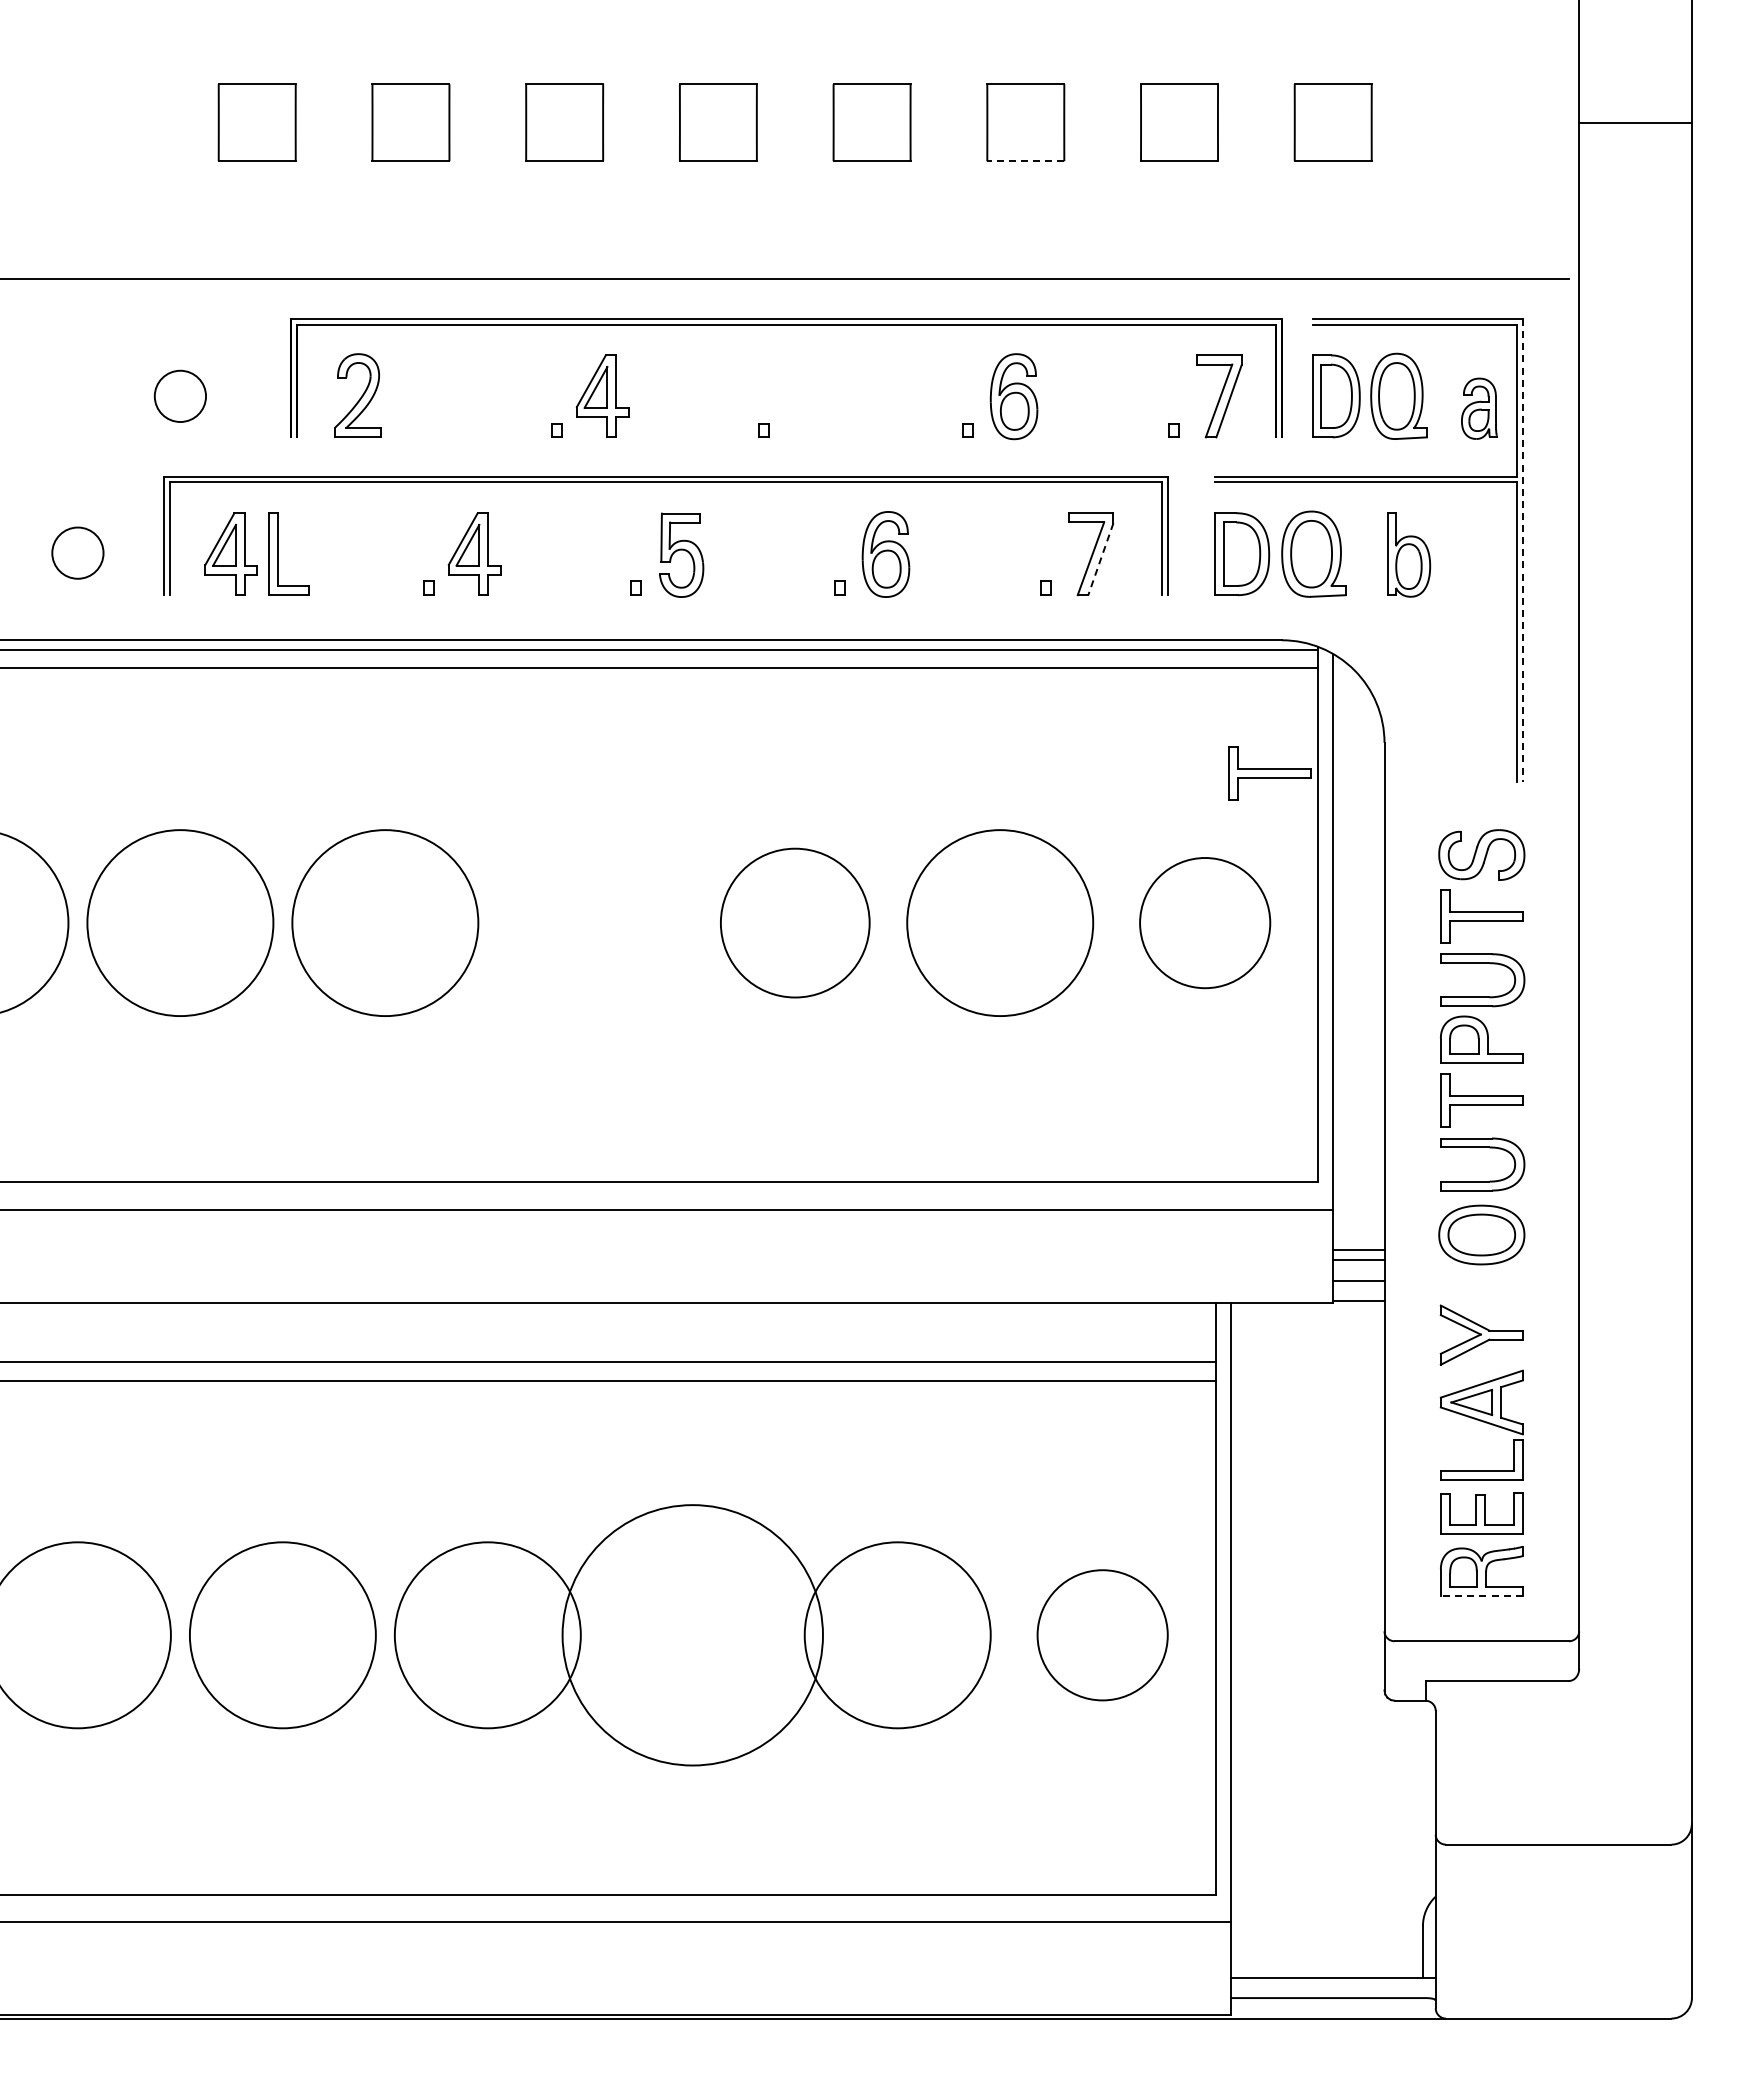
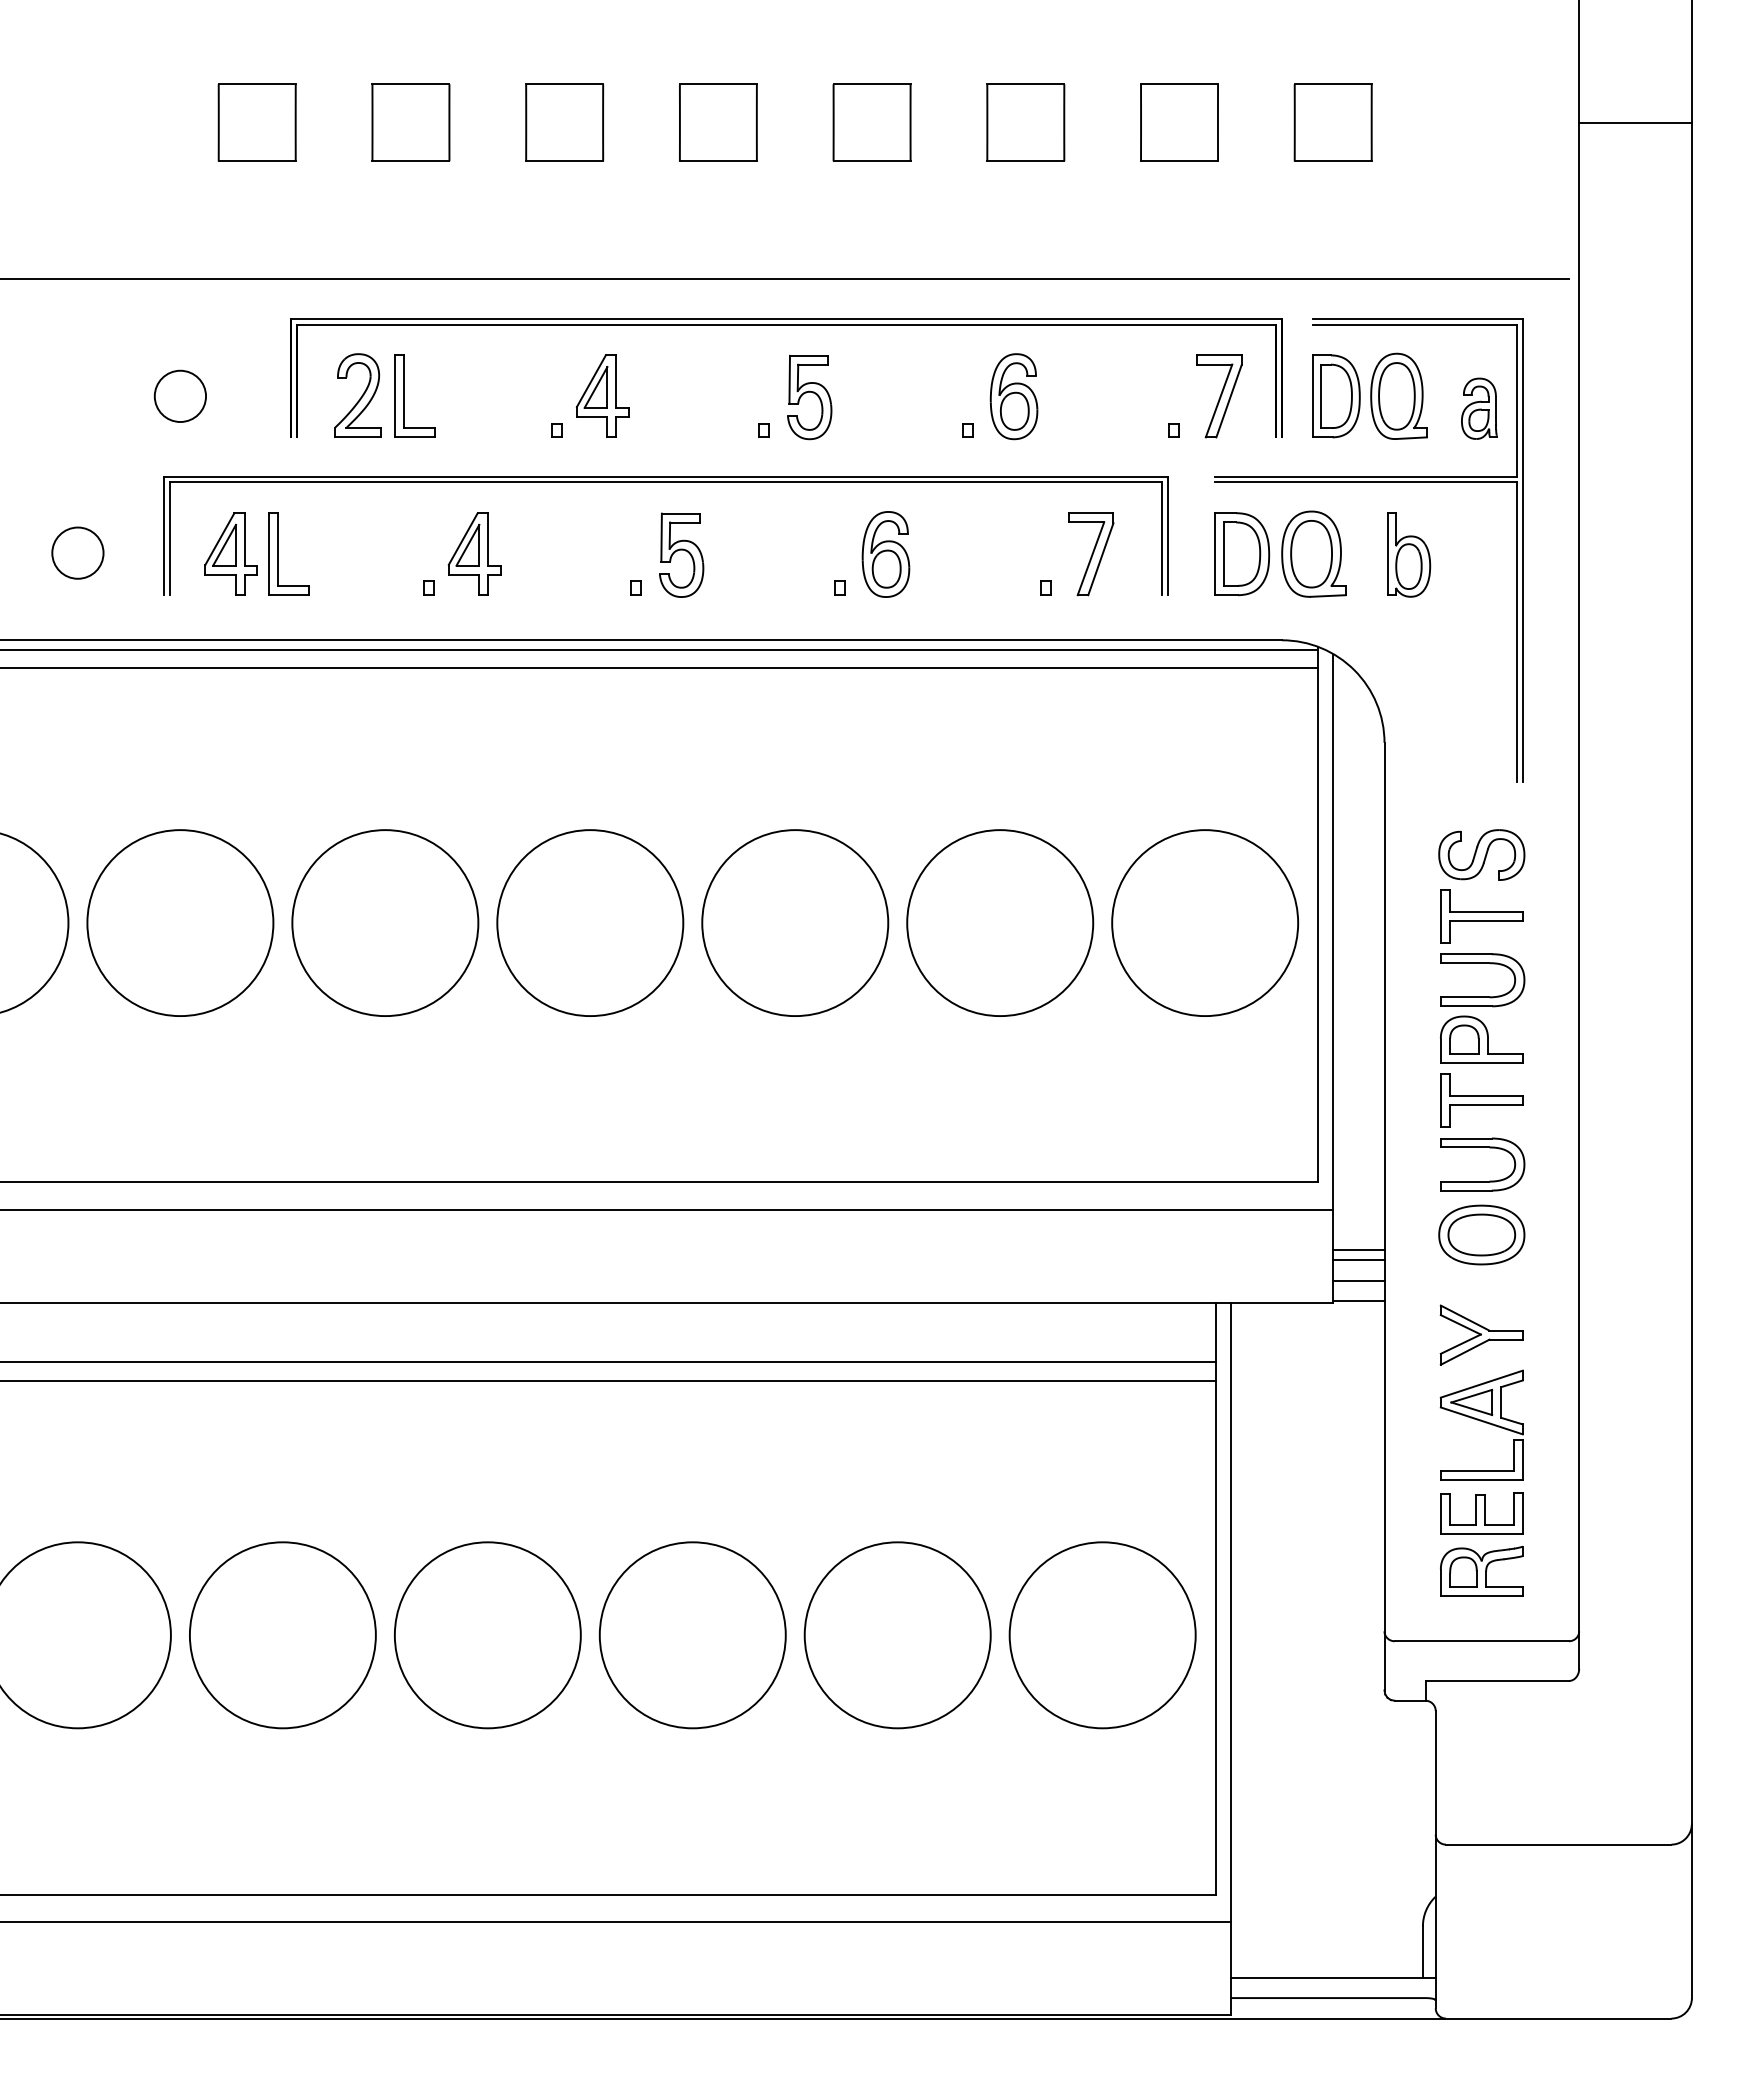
line at (1025, 161): dashed -> solid
part at (404, 395): none -> present
part at (809, 397): none -> present
line at (1522, 550): dashed -> solid
line at (1100, 559): dashed -> solid
part at (1269, 773): present -> none
circle at (590, 922): none -> present
circle at (794, 922) diameter: 149 px -> 186 px
circle at (1205, 923) diameter: 130 px -> 186 px
line at (1481, 1595): dashed -> solid
circle at (692, 1635) diameter: 260 px -> 186 px
circle at (1102, 1635) diameter: 130 px -> 186 px
